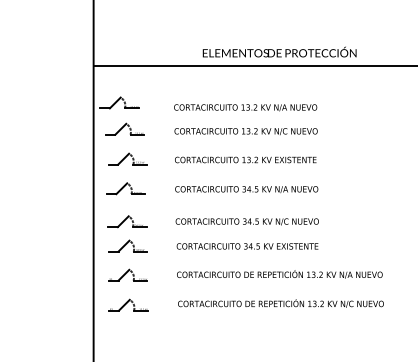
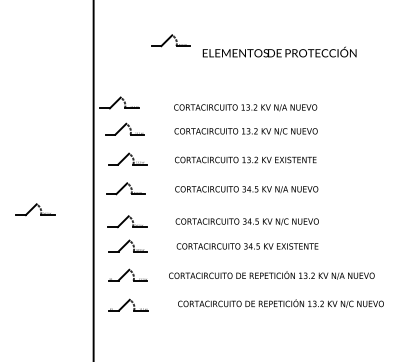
part at (170, 40): none -> present
line at (254, 66): present -> none
part at (35, 209): none -> present
text at (279, 274) position: (279, 274) -> (271, 275)
